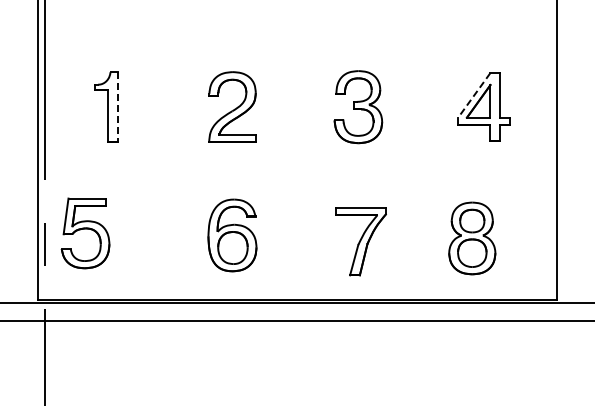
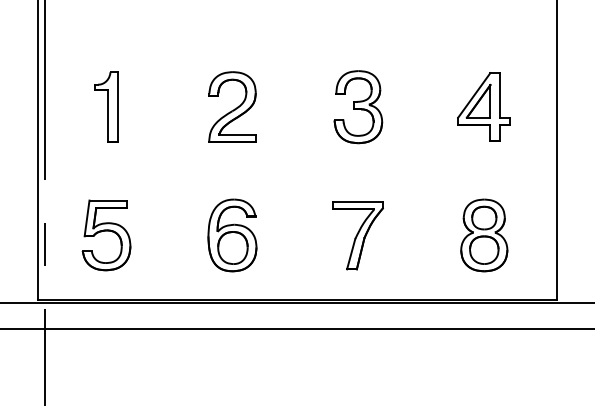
line at (474, 95): dashed -> solid
line at (117, 107): dashed -> solid
part at (85, 233) position: (85, 233) -> (106, 235)
part at (472, 238) position: (472, 238) -> (484, 235)
part at (360, 241) position: (360, 241) -> (357, 235)
line at (296, 321) position: (296, 321) -> (296, 329)
